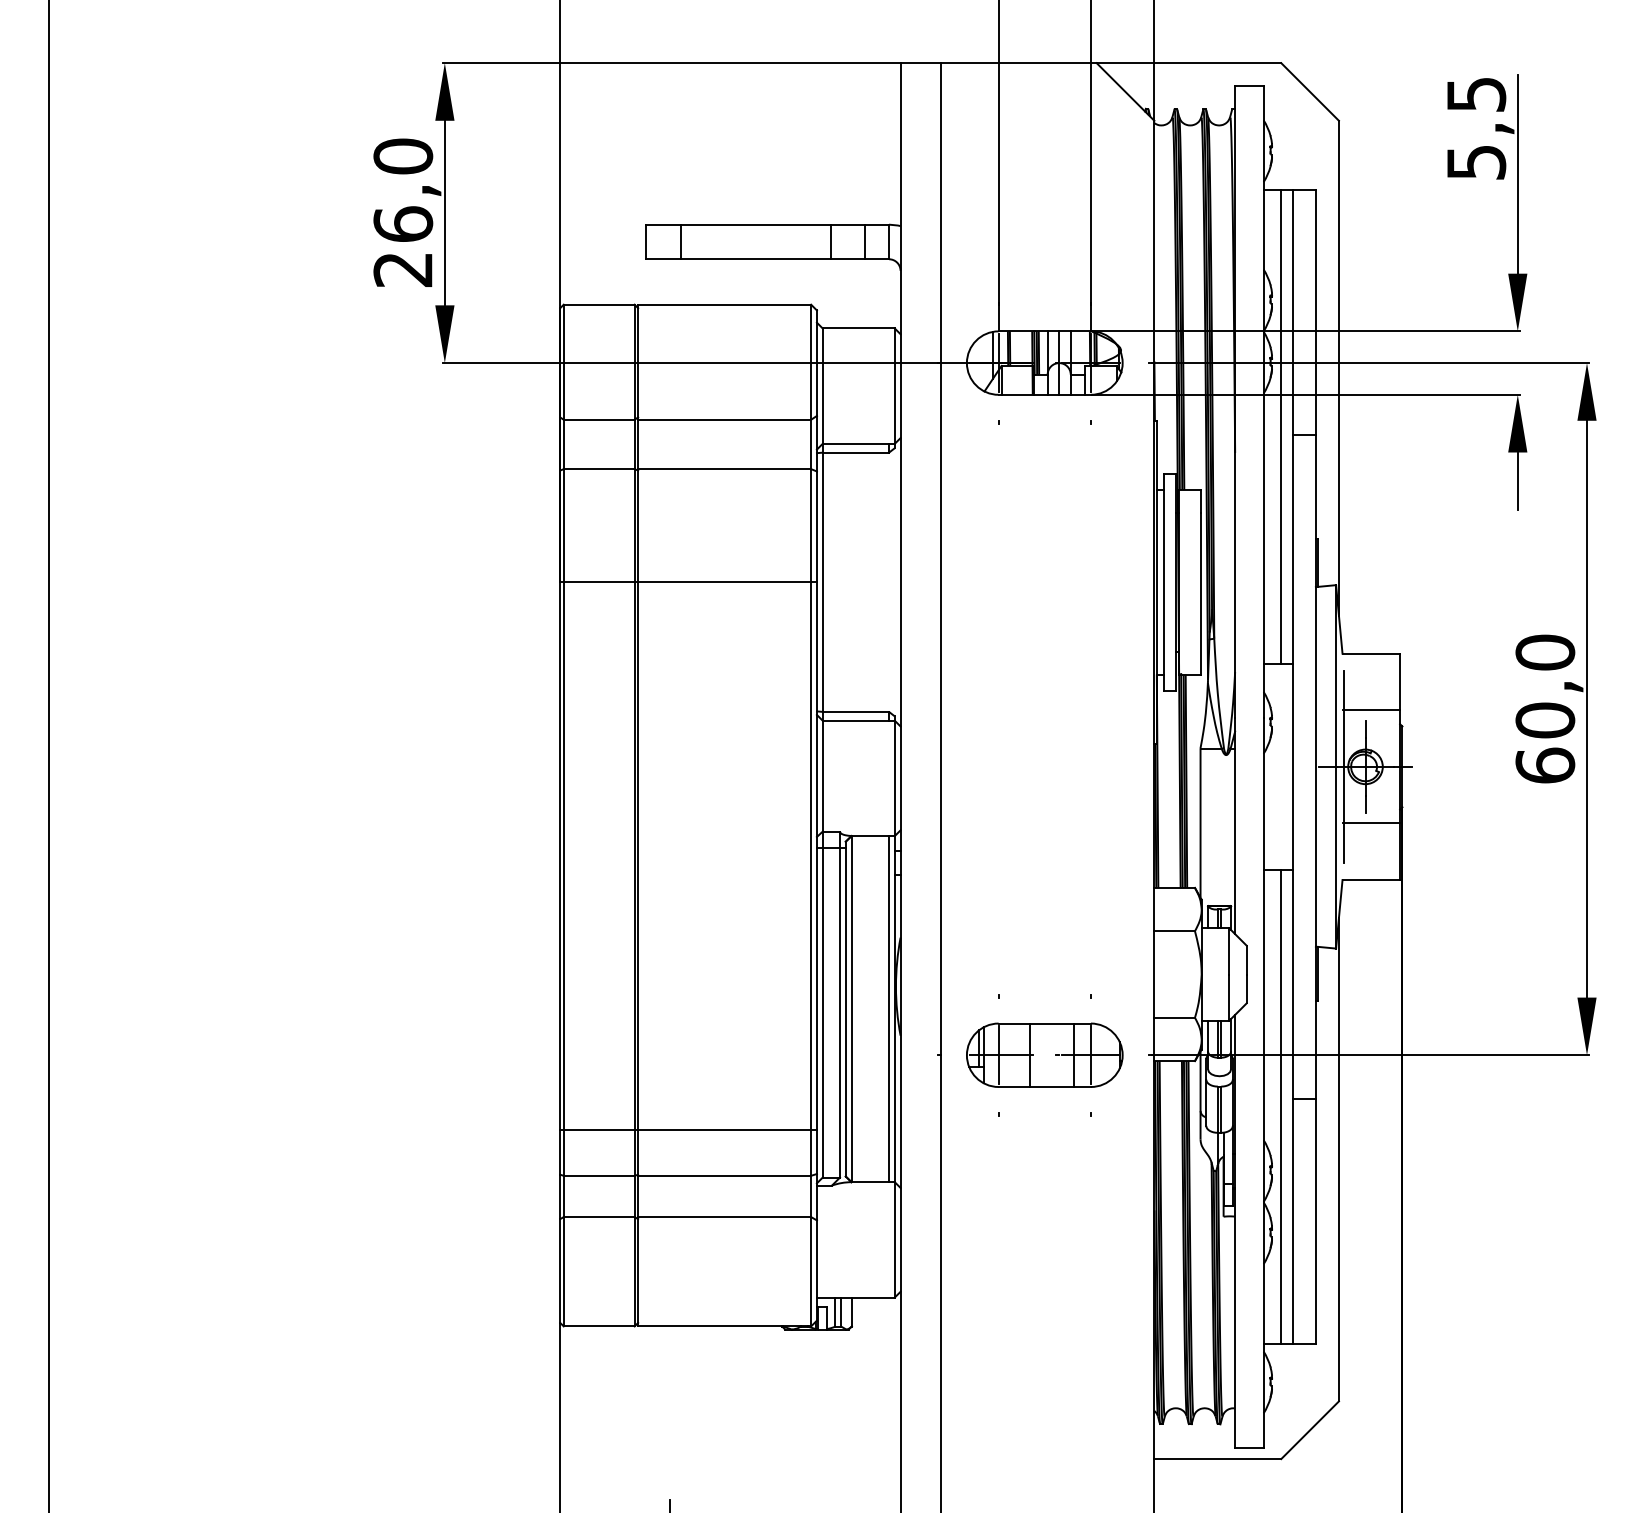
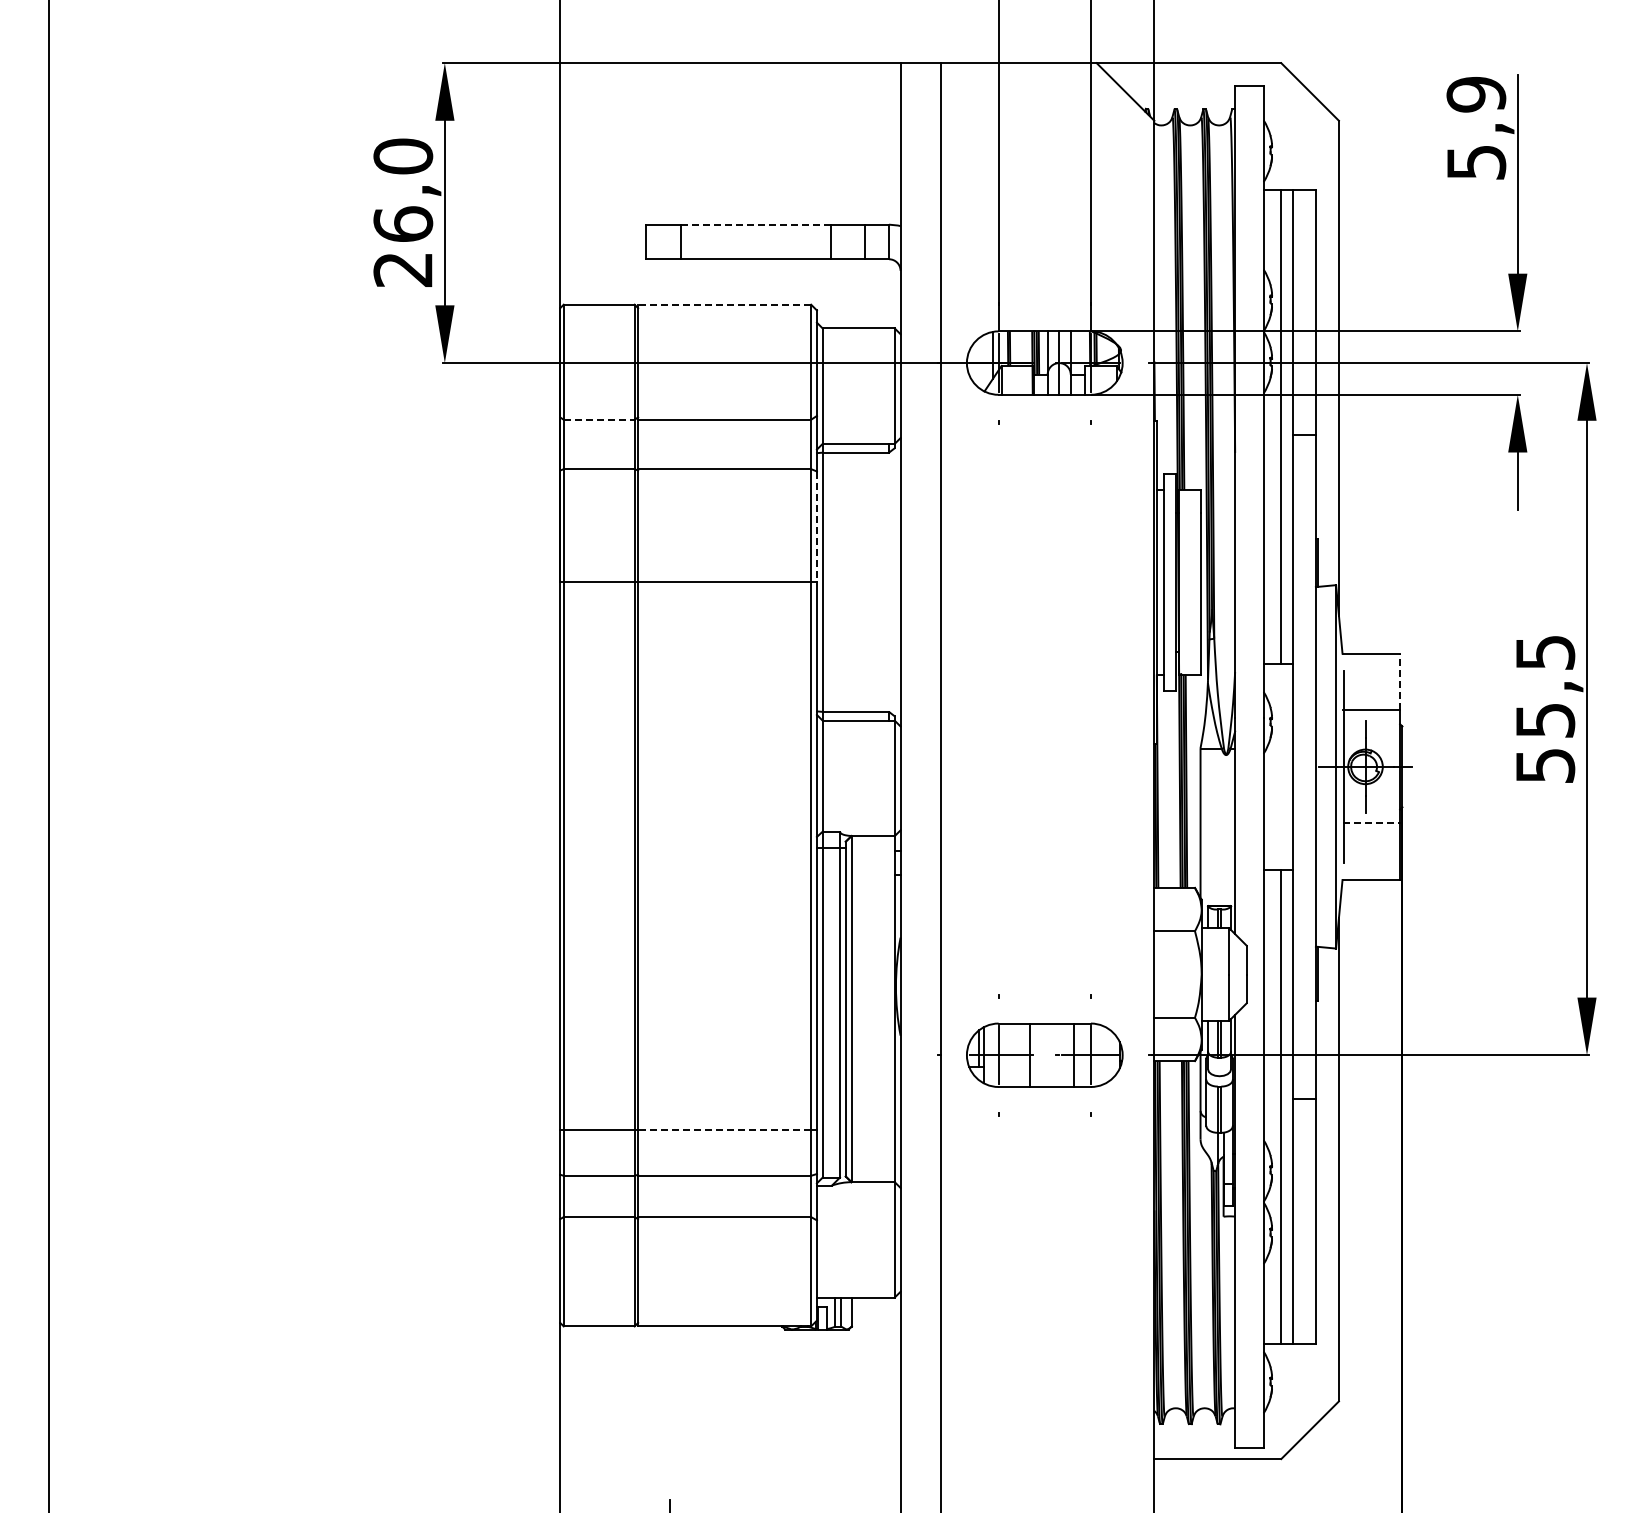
text at (1476, 94): 5,5 -> 5,9
line at (755, 224): solid -> dashed
line at (724, 304): solid -> dashed
line at (599, 419): solid -> dashed
line at (816, 527): solid -> dashed
line at (1400, 681): solid -> dashed
text at (1545, 708): 60,0 -> 55,5
line at (1371, 823): solid -> dashed
line at (889, 1009): present -> none
line at (724, 1130): solid -> dashed
